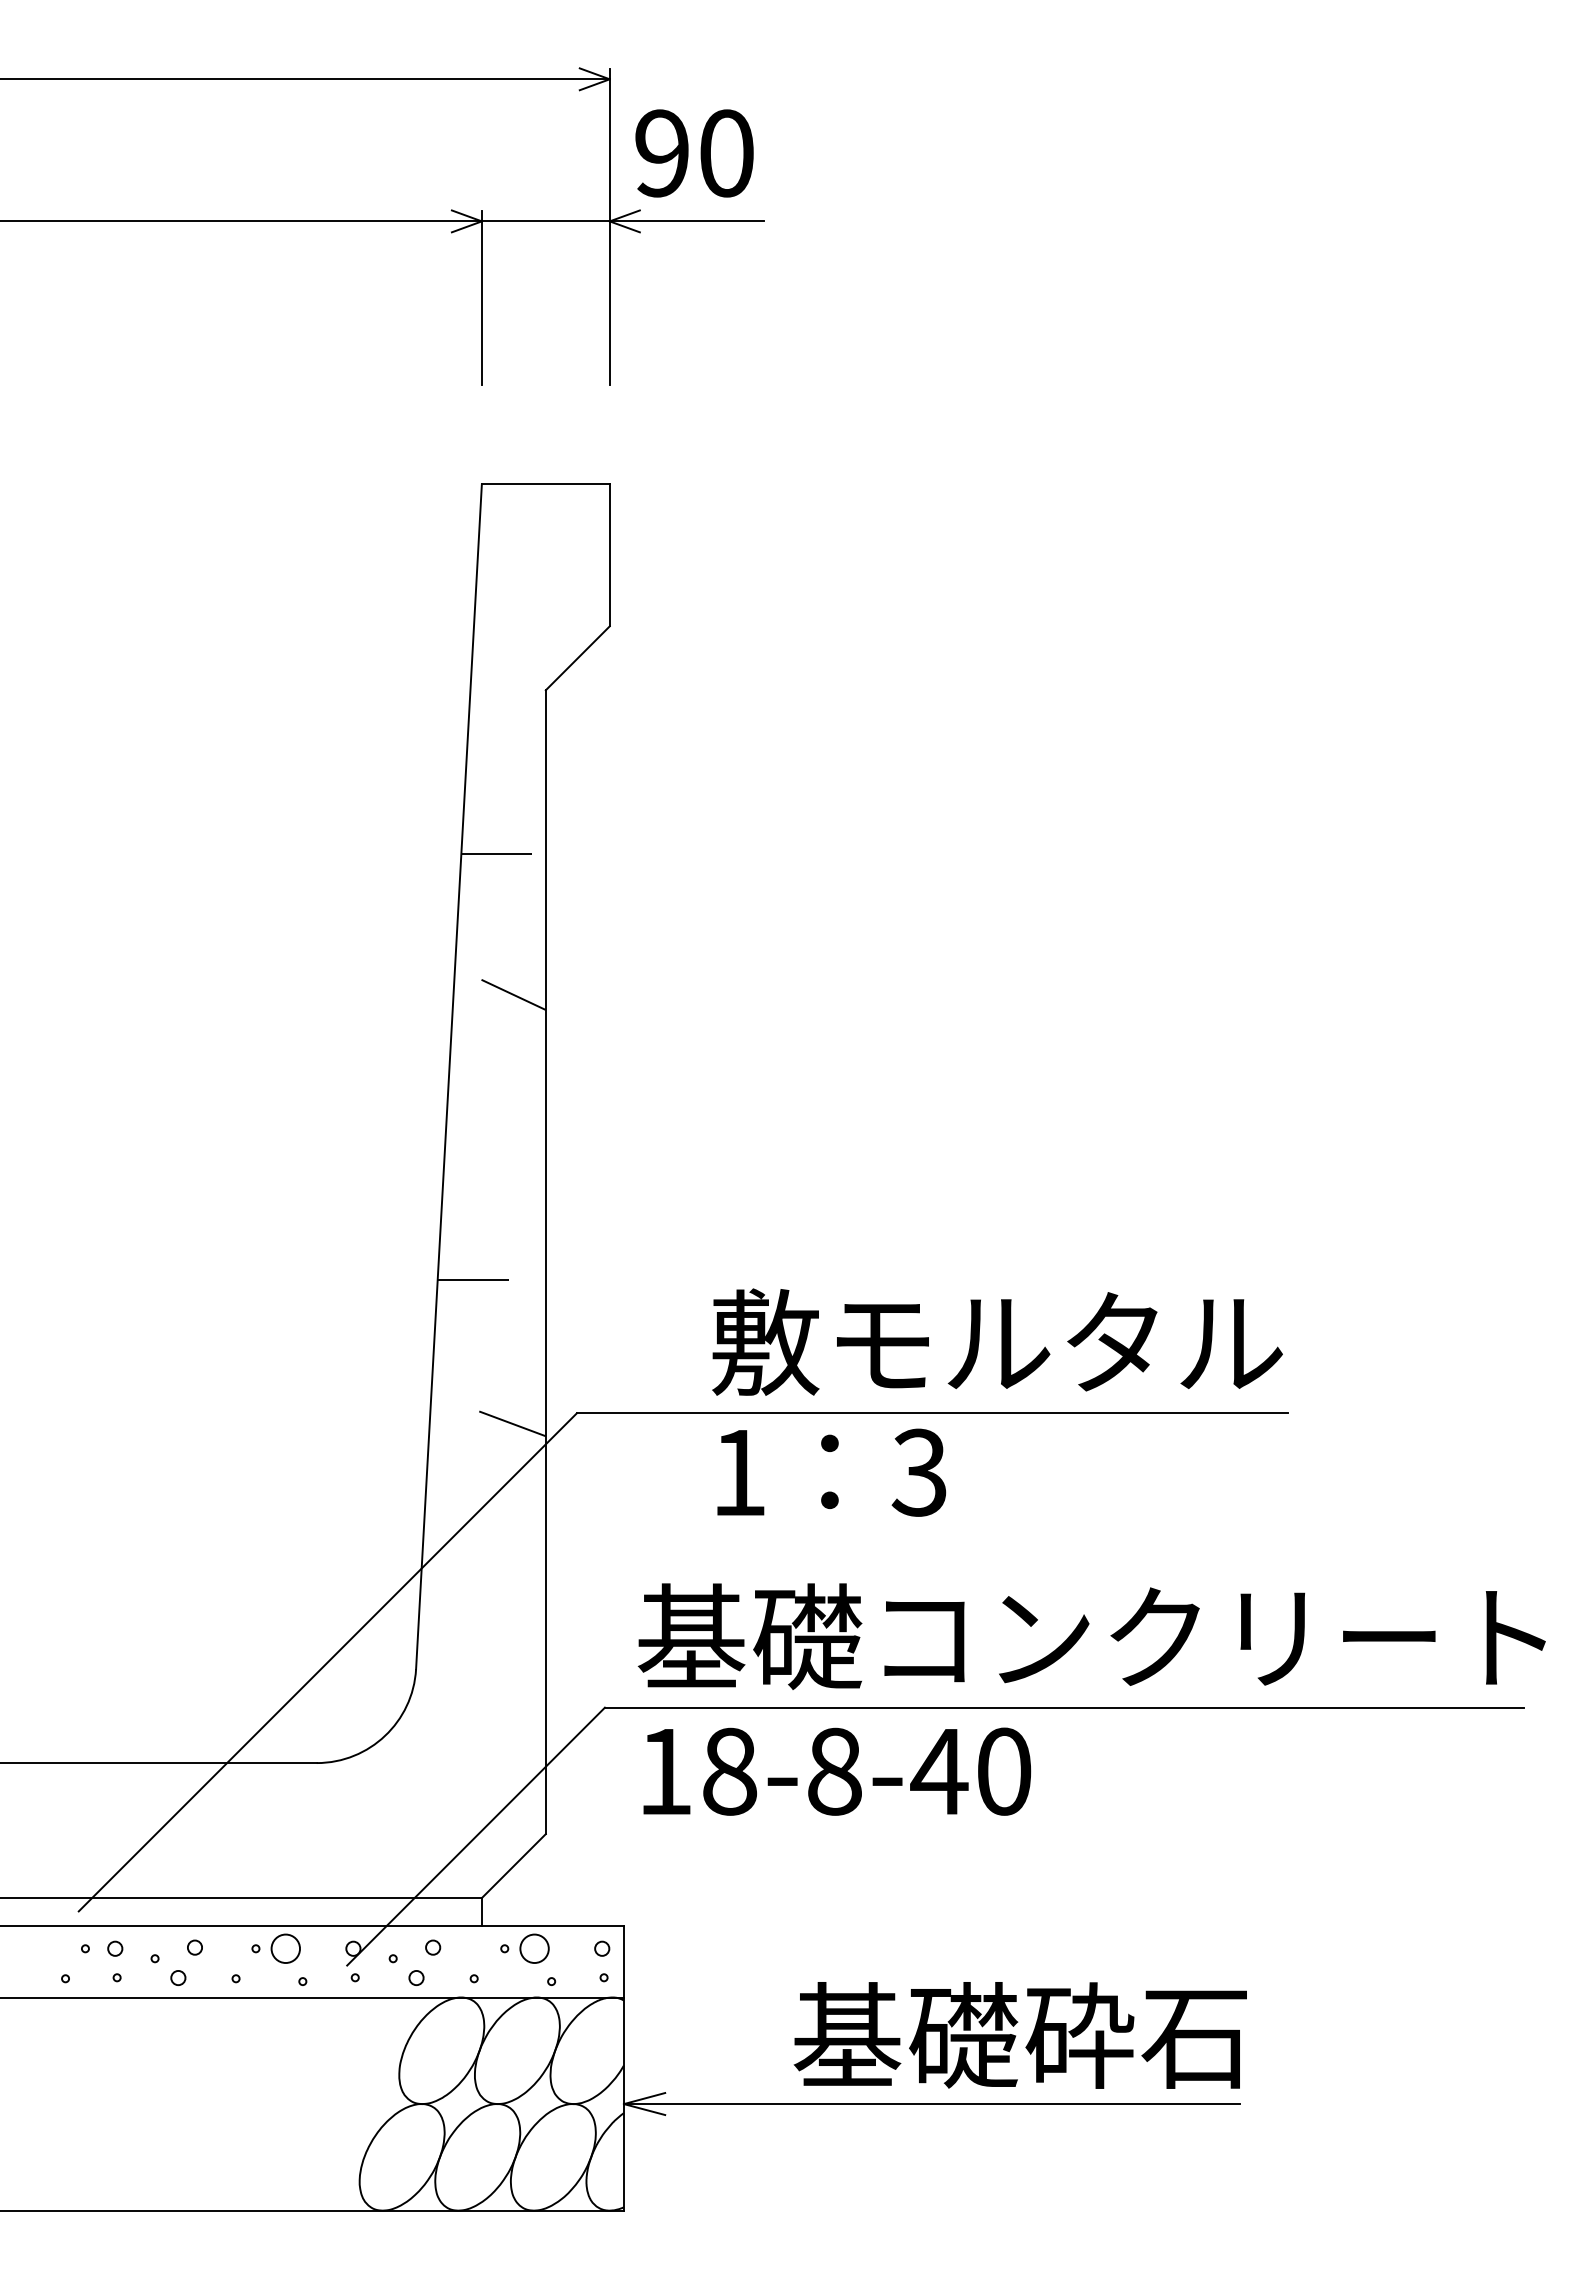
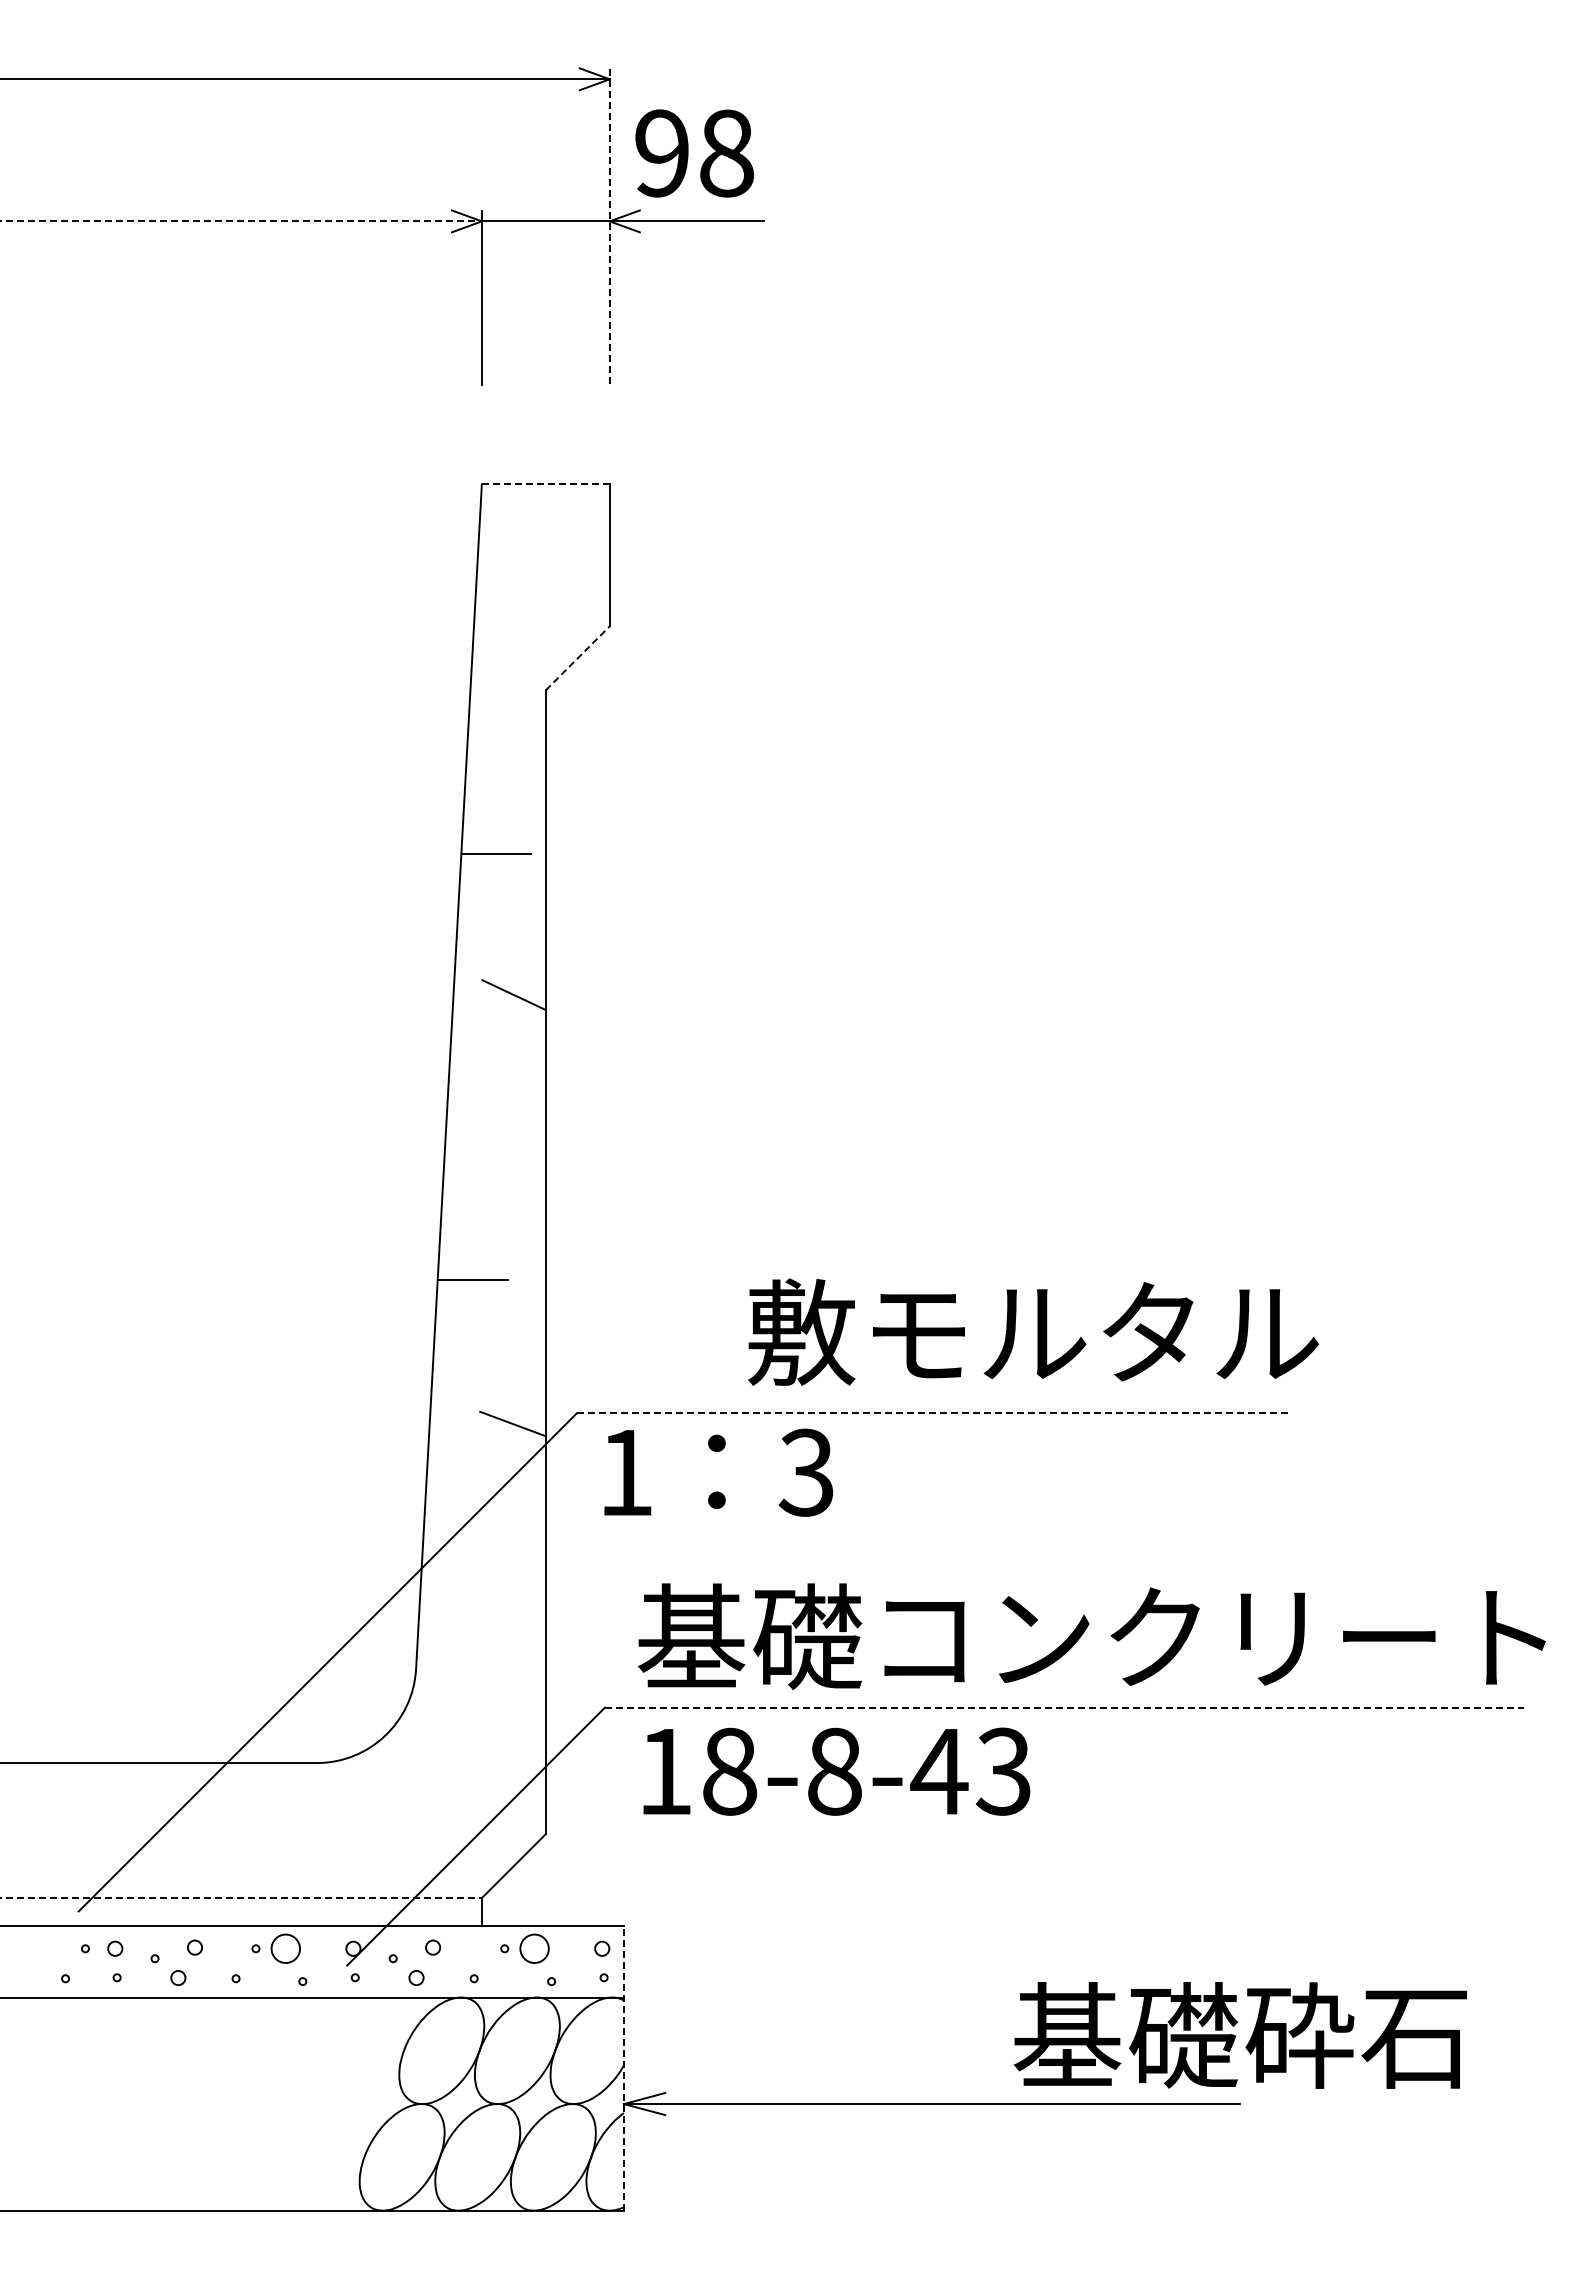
text at (726, 153): 90 -> 98
line at (241, 221): solid -> dashed
line at (609, 227): solid -> dashed
line at (545, 484): solid -> dashed
line at (578, 657): solid -> dashed
text at (997, 1341) position: (997, 1341) -> (1033, 1331)
line at (932, 1413): solid -> dashed
text at (831, 1472) position: (831, 1472) -> (718, 1472)
line at (1064, 1707): solid -> dashed
text at (1003, 1771): 18-8-40 -> 18-8-43
line at (241, 1898): solid -> dashed
text at (1019, 2035) position: (1019, 2035) -> (1239, 2035)
line at (623, 2068): solid -> dashed
